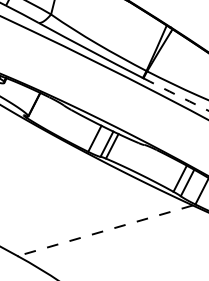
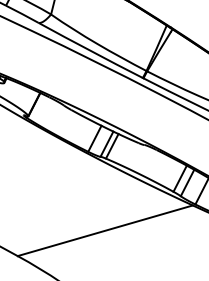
arc at (175, 94): dashed -> solid
line at (104, 230): dashed -> solid
